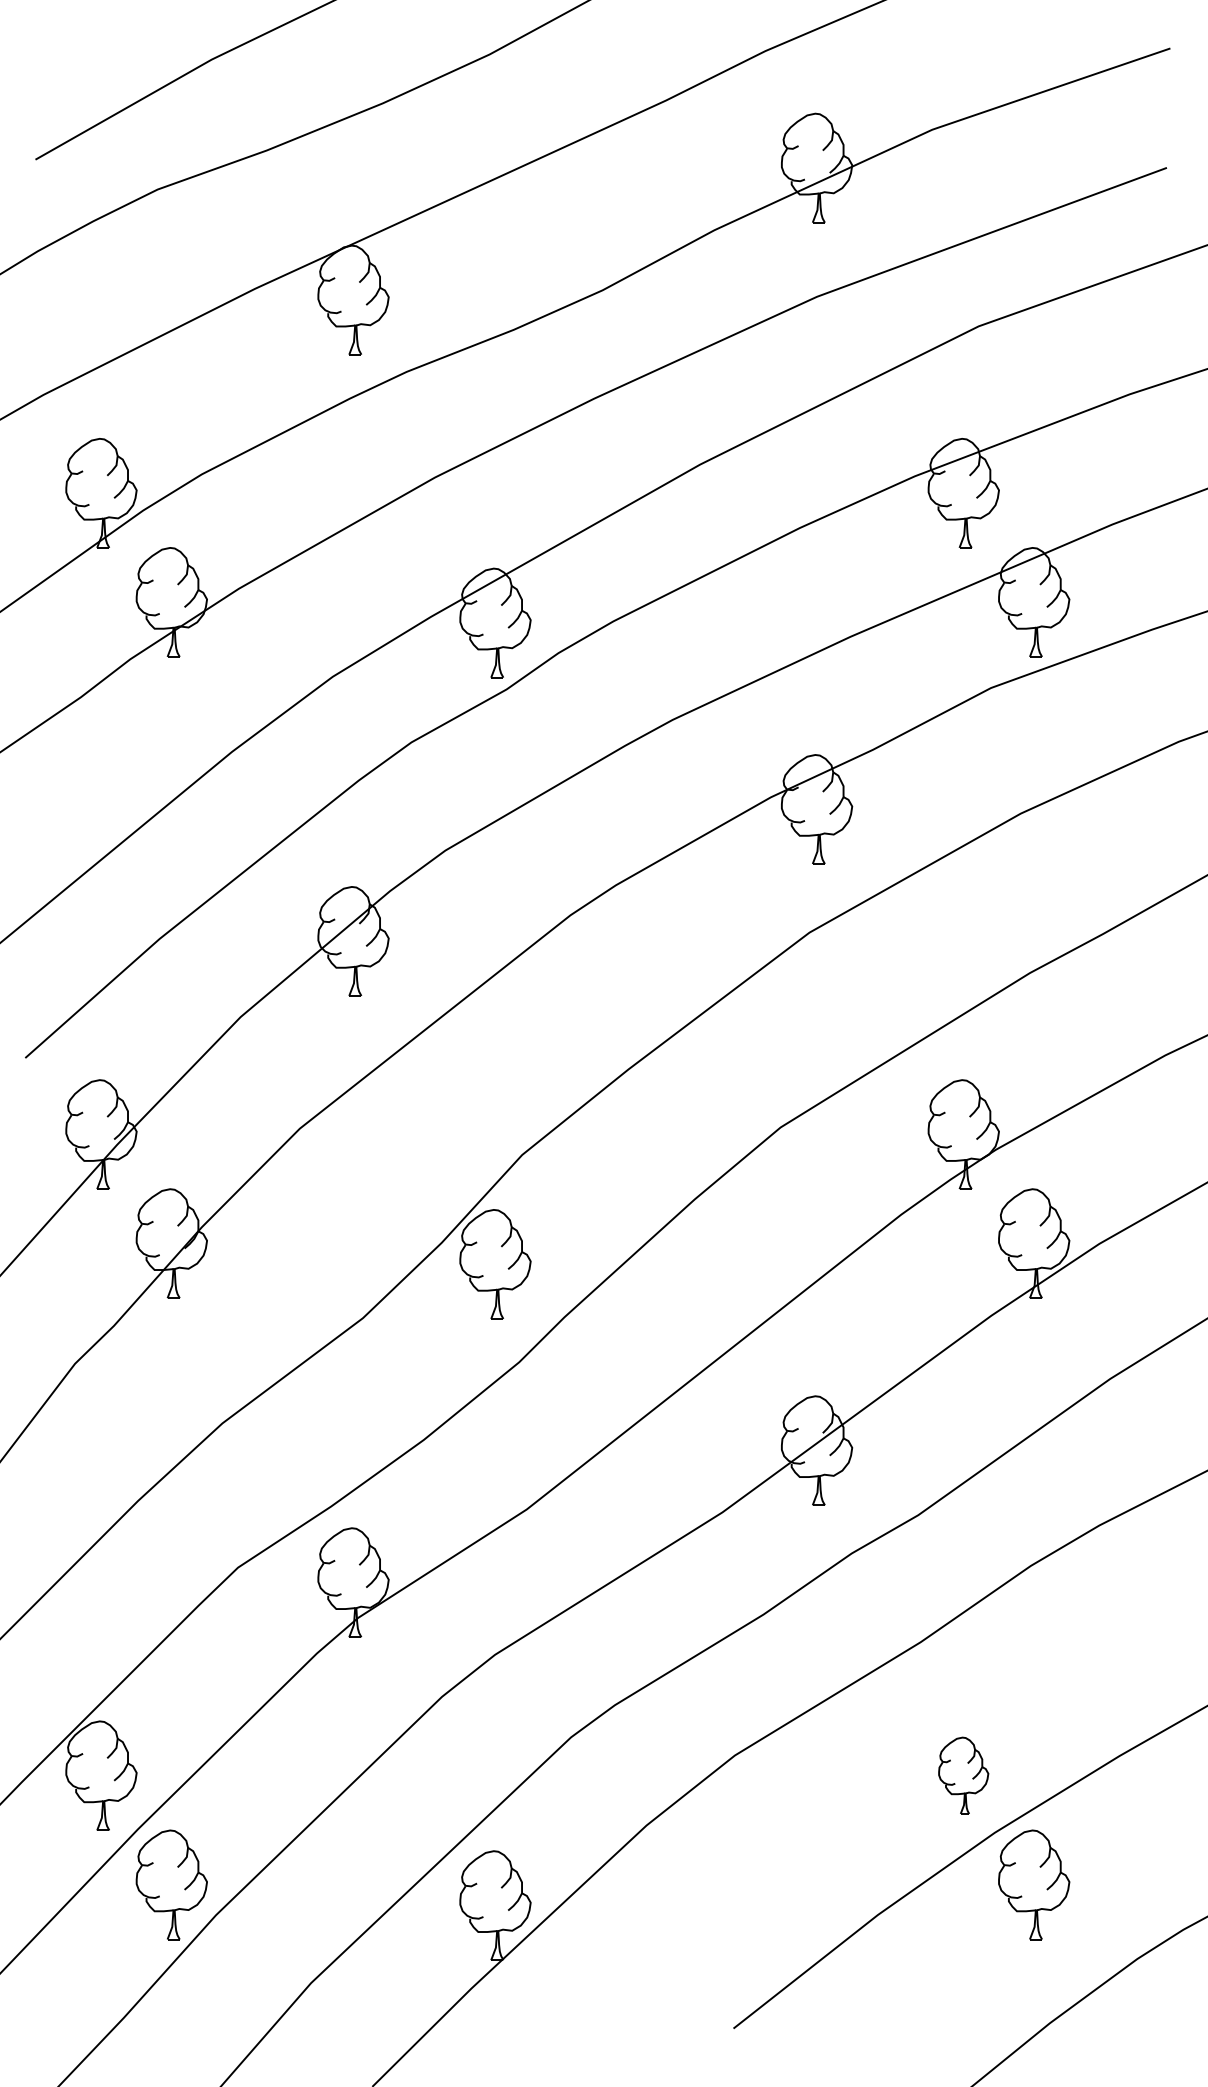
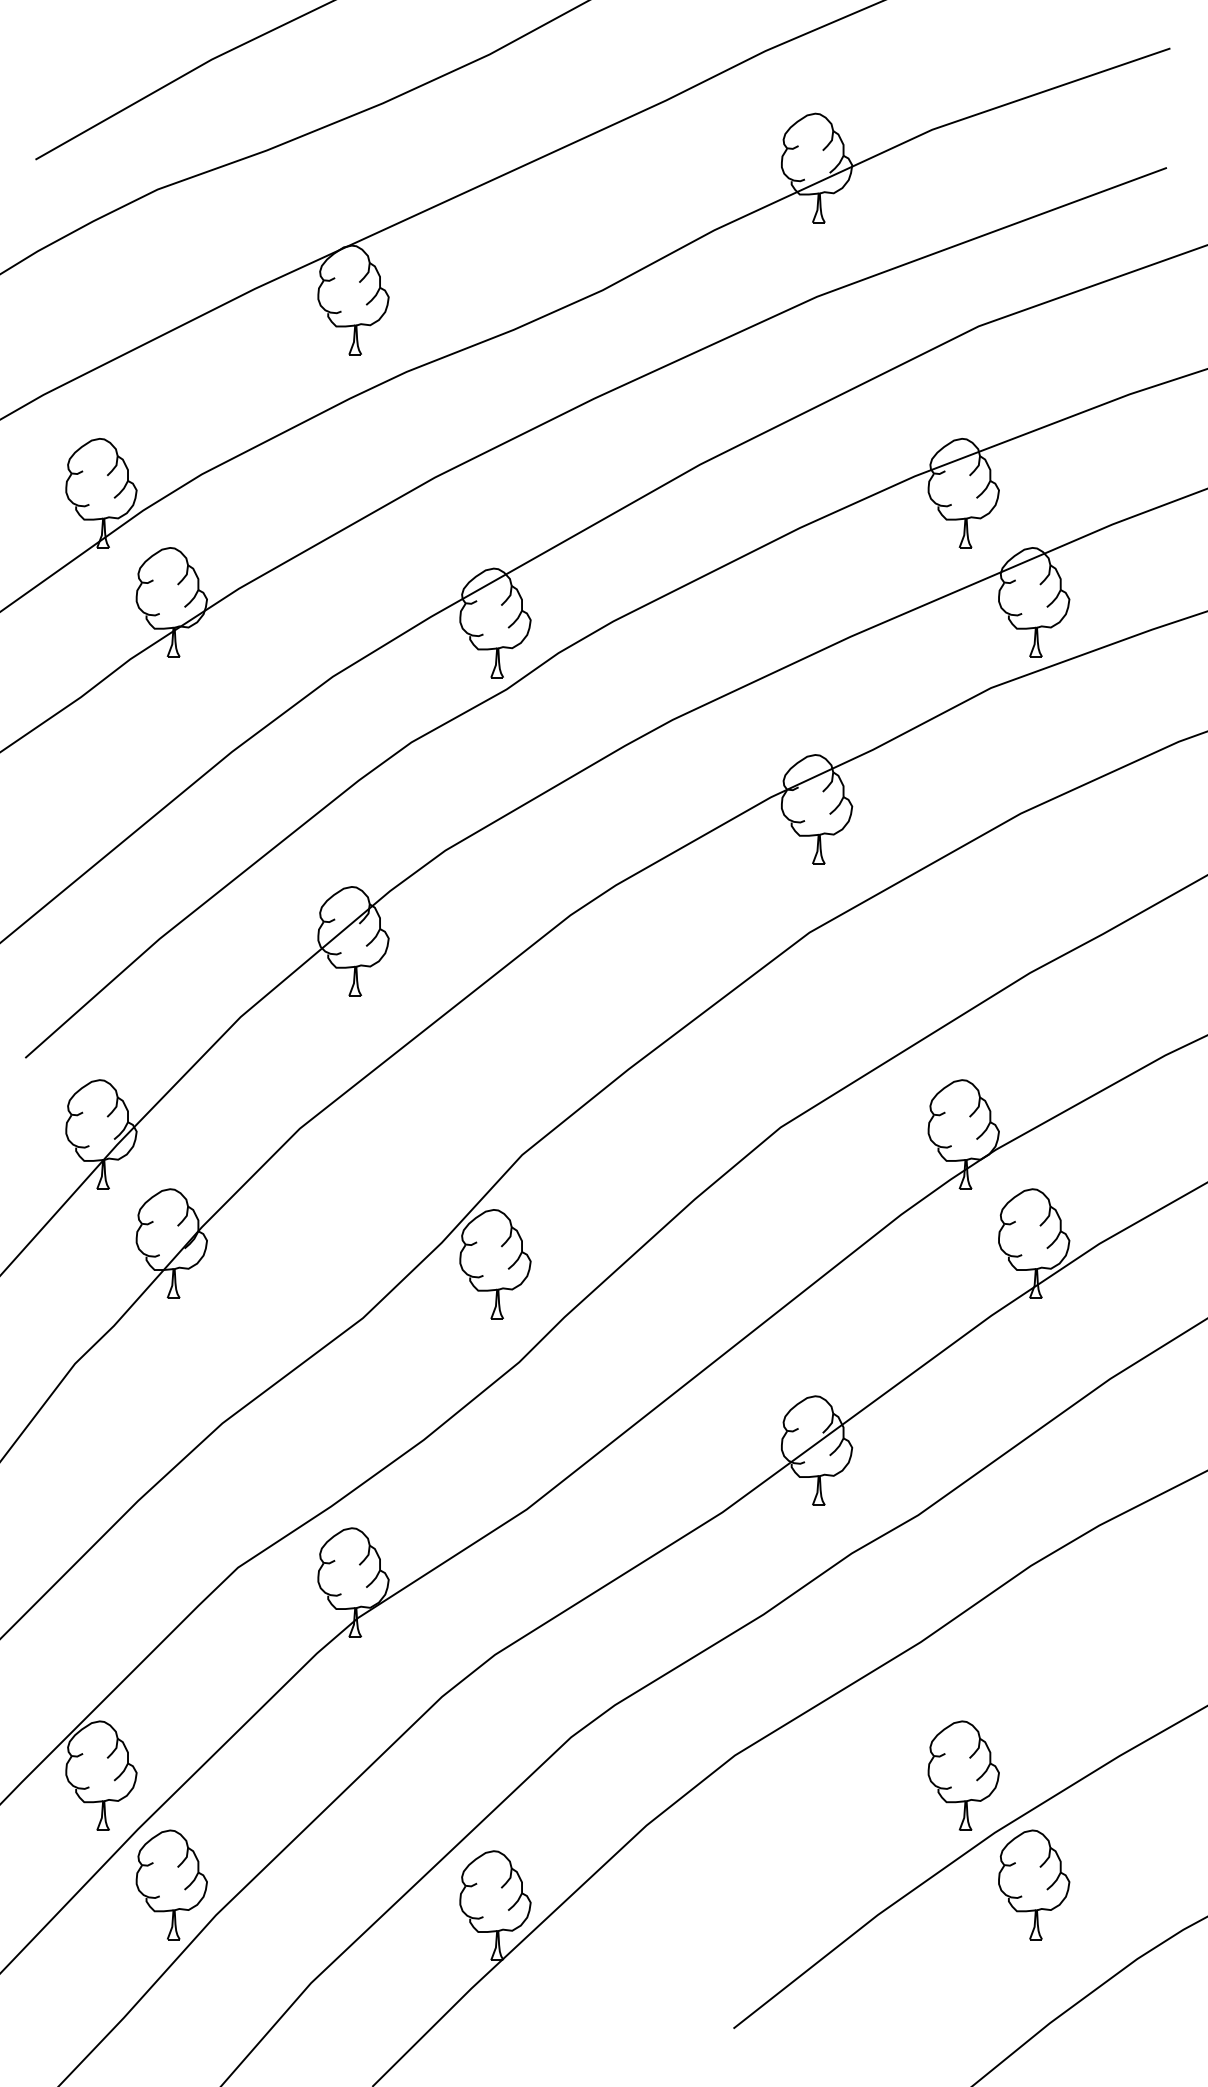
part at (963, 1775) size: 52x79 px -> 73x111 px
